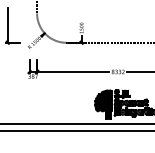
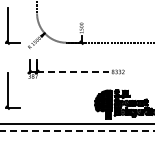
line at (73, 71): solid -> dashed
line at (139, 71): present -> none
part at (12, 90): none -> present
line at (77, 131): solid -> dashed
